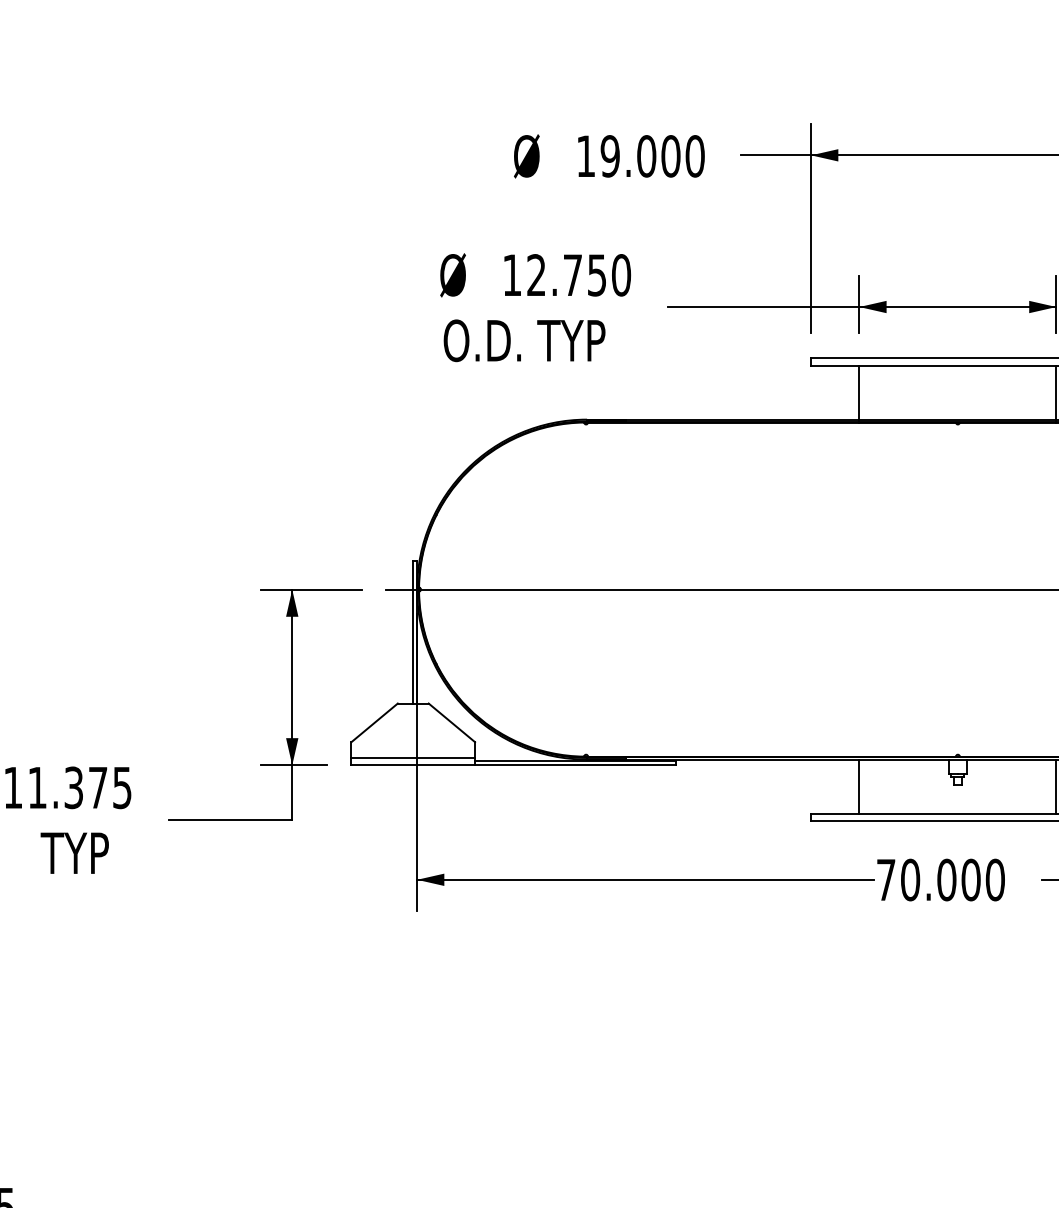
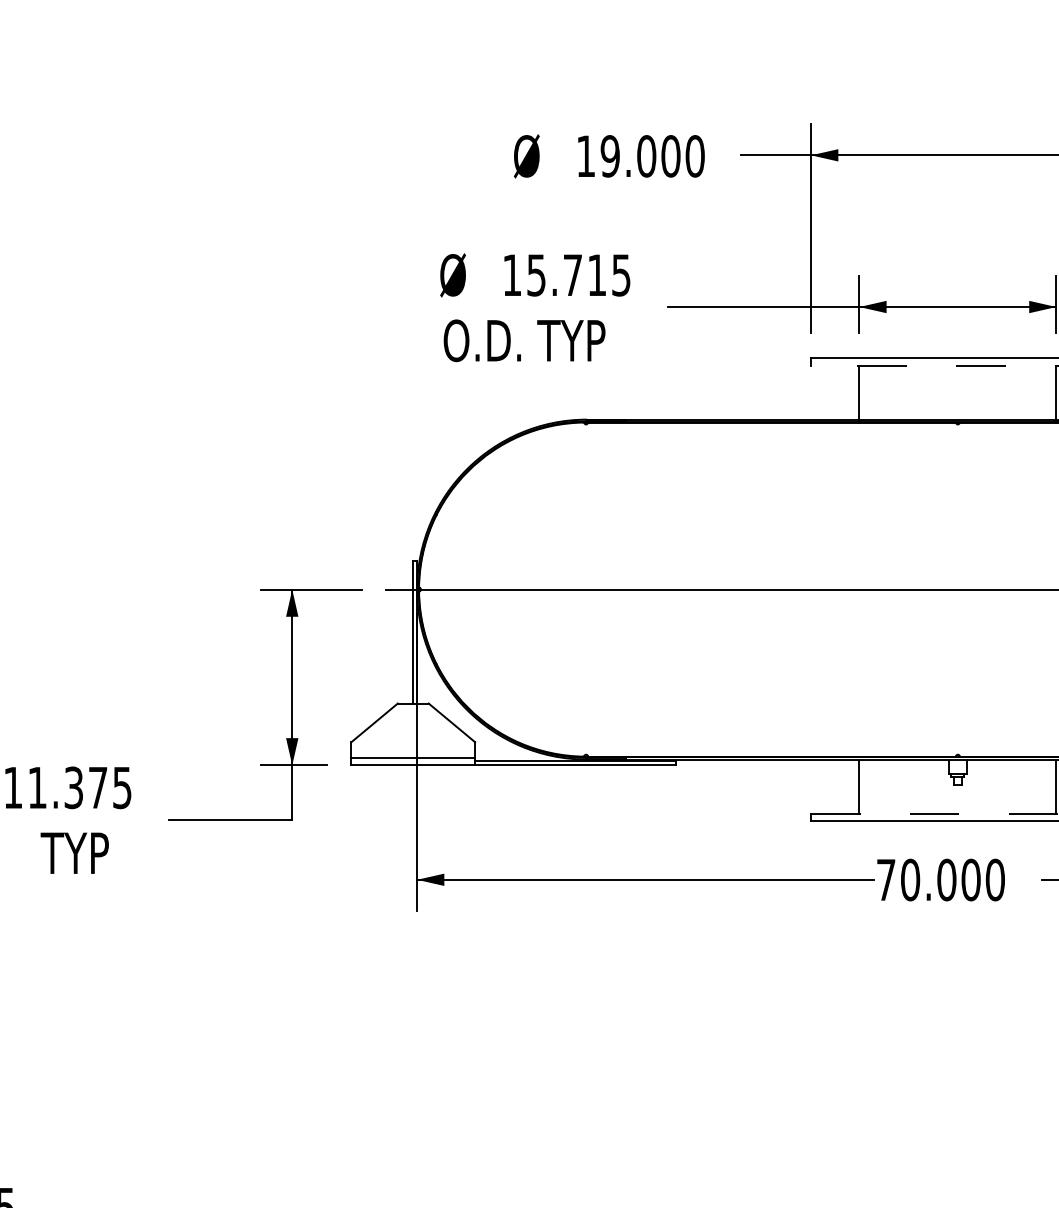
text at (579, 275): 12.750 -> 15.715
line at (934, 365): solid -> dashed
line at (934, 813): solid -> dashed
